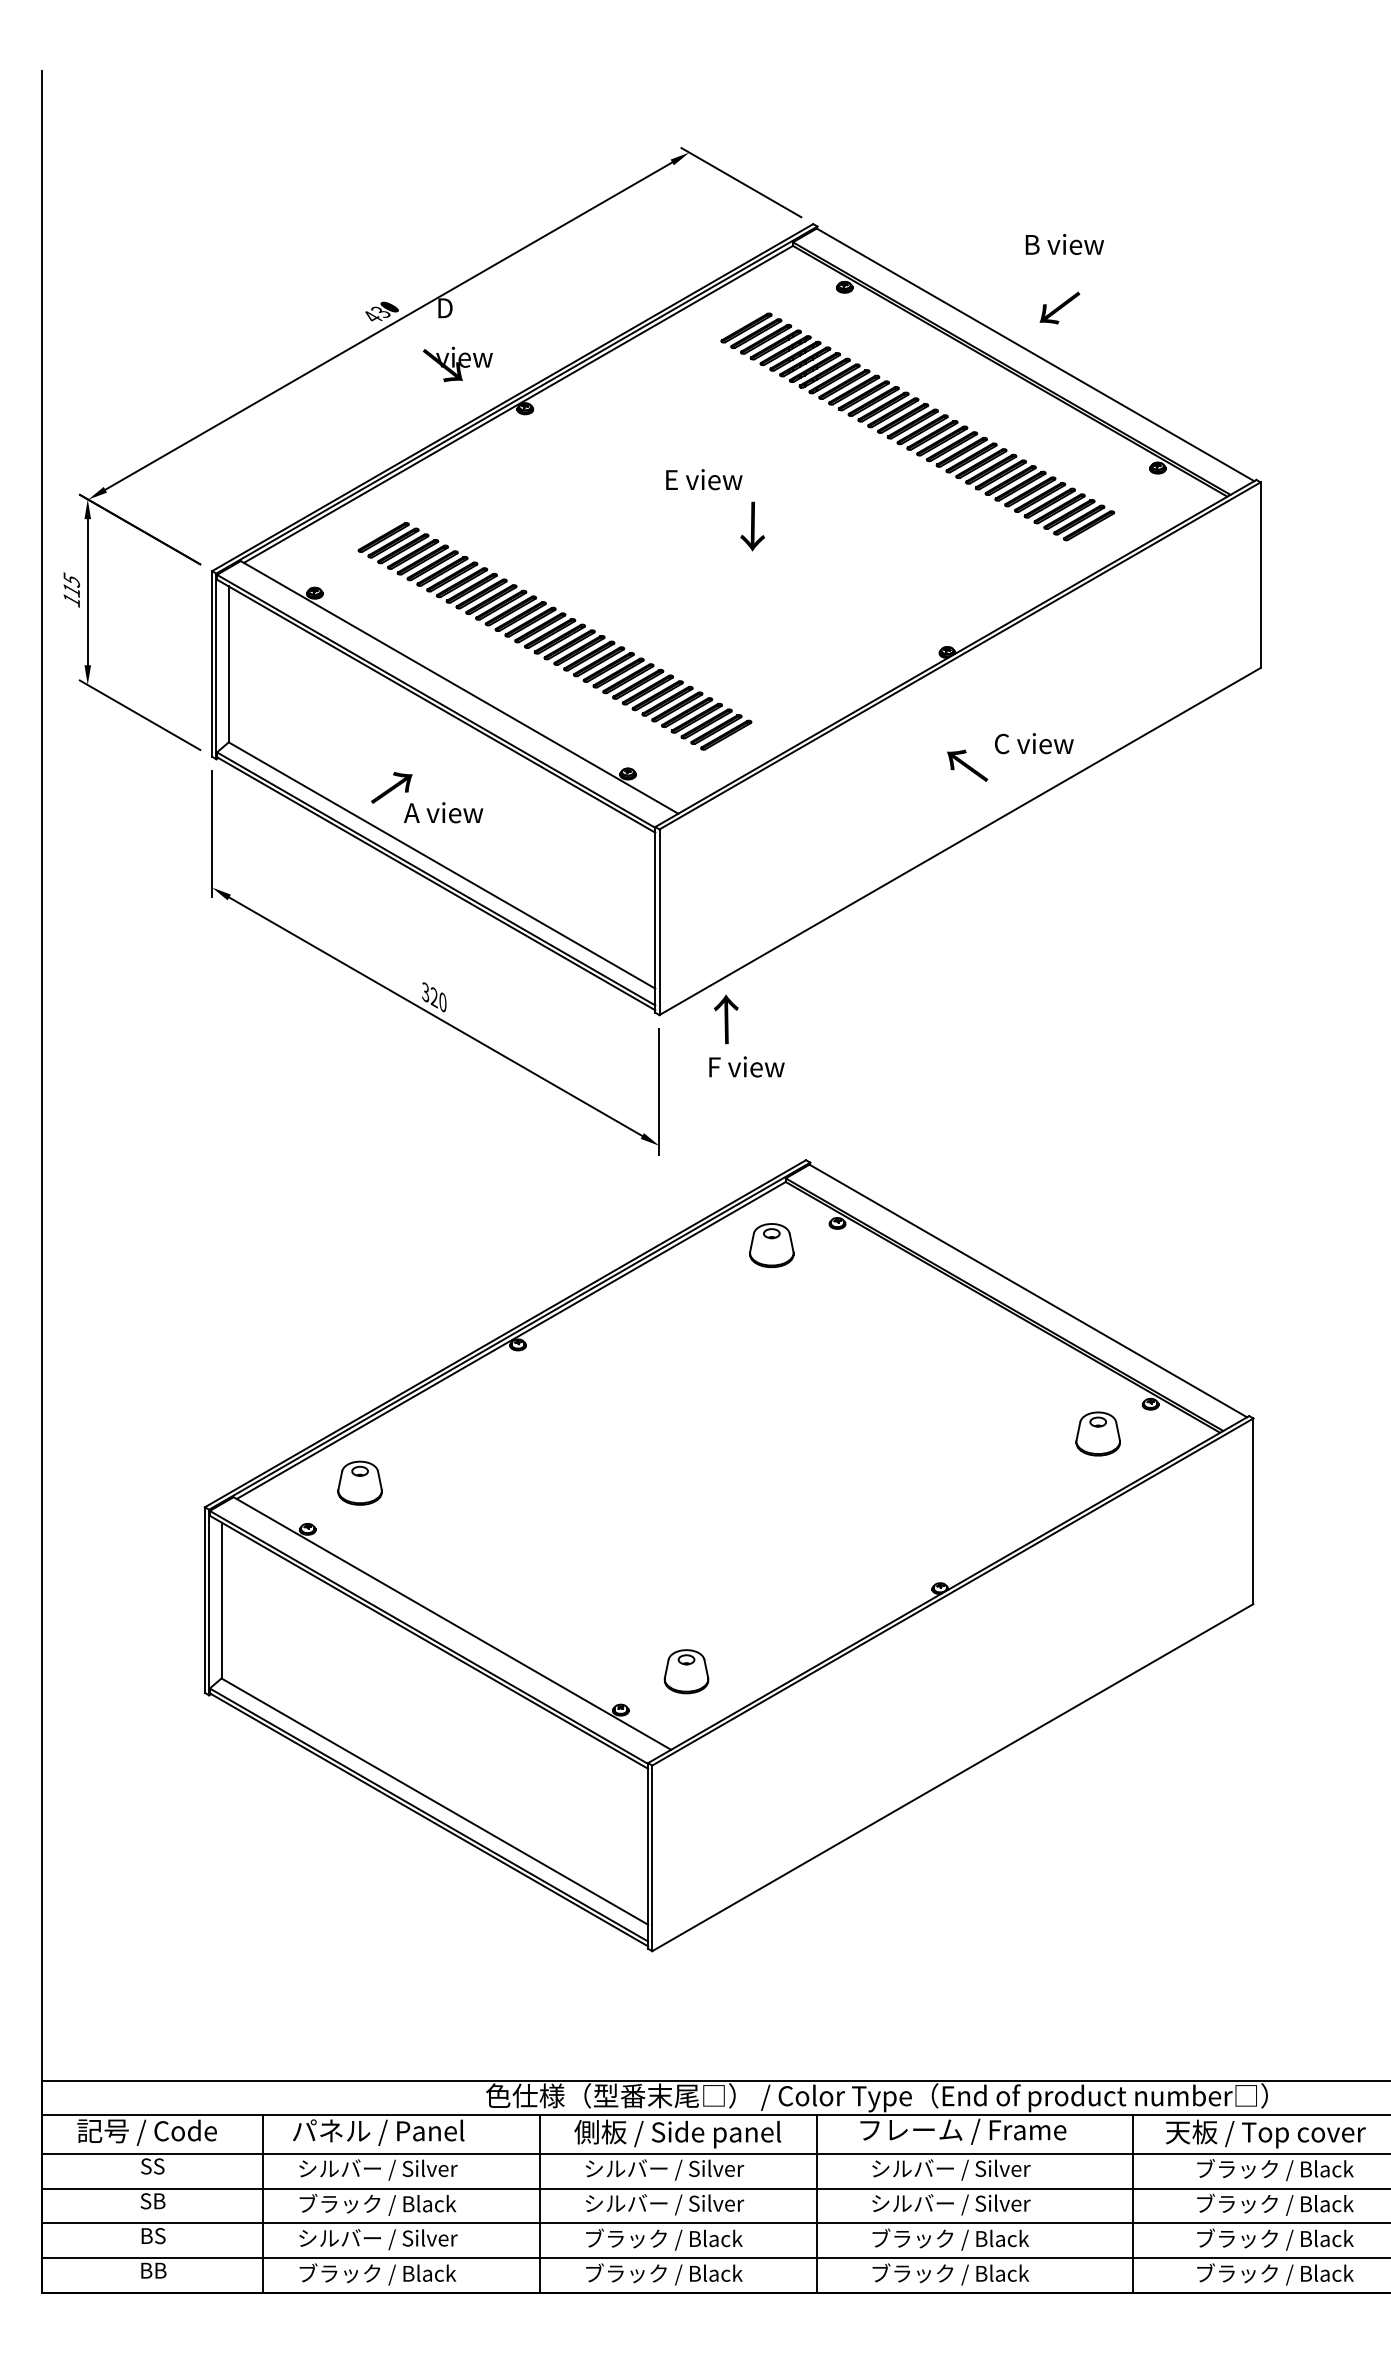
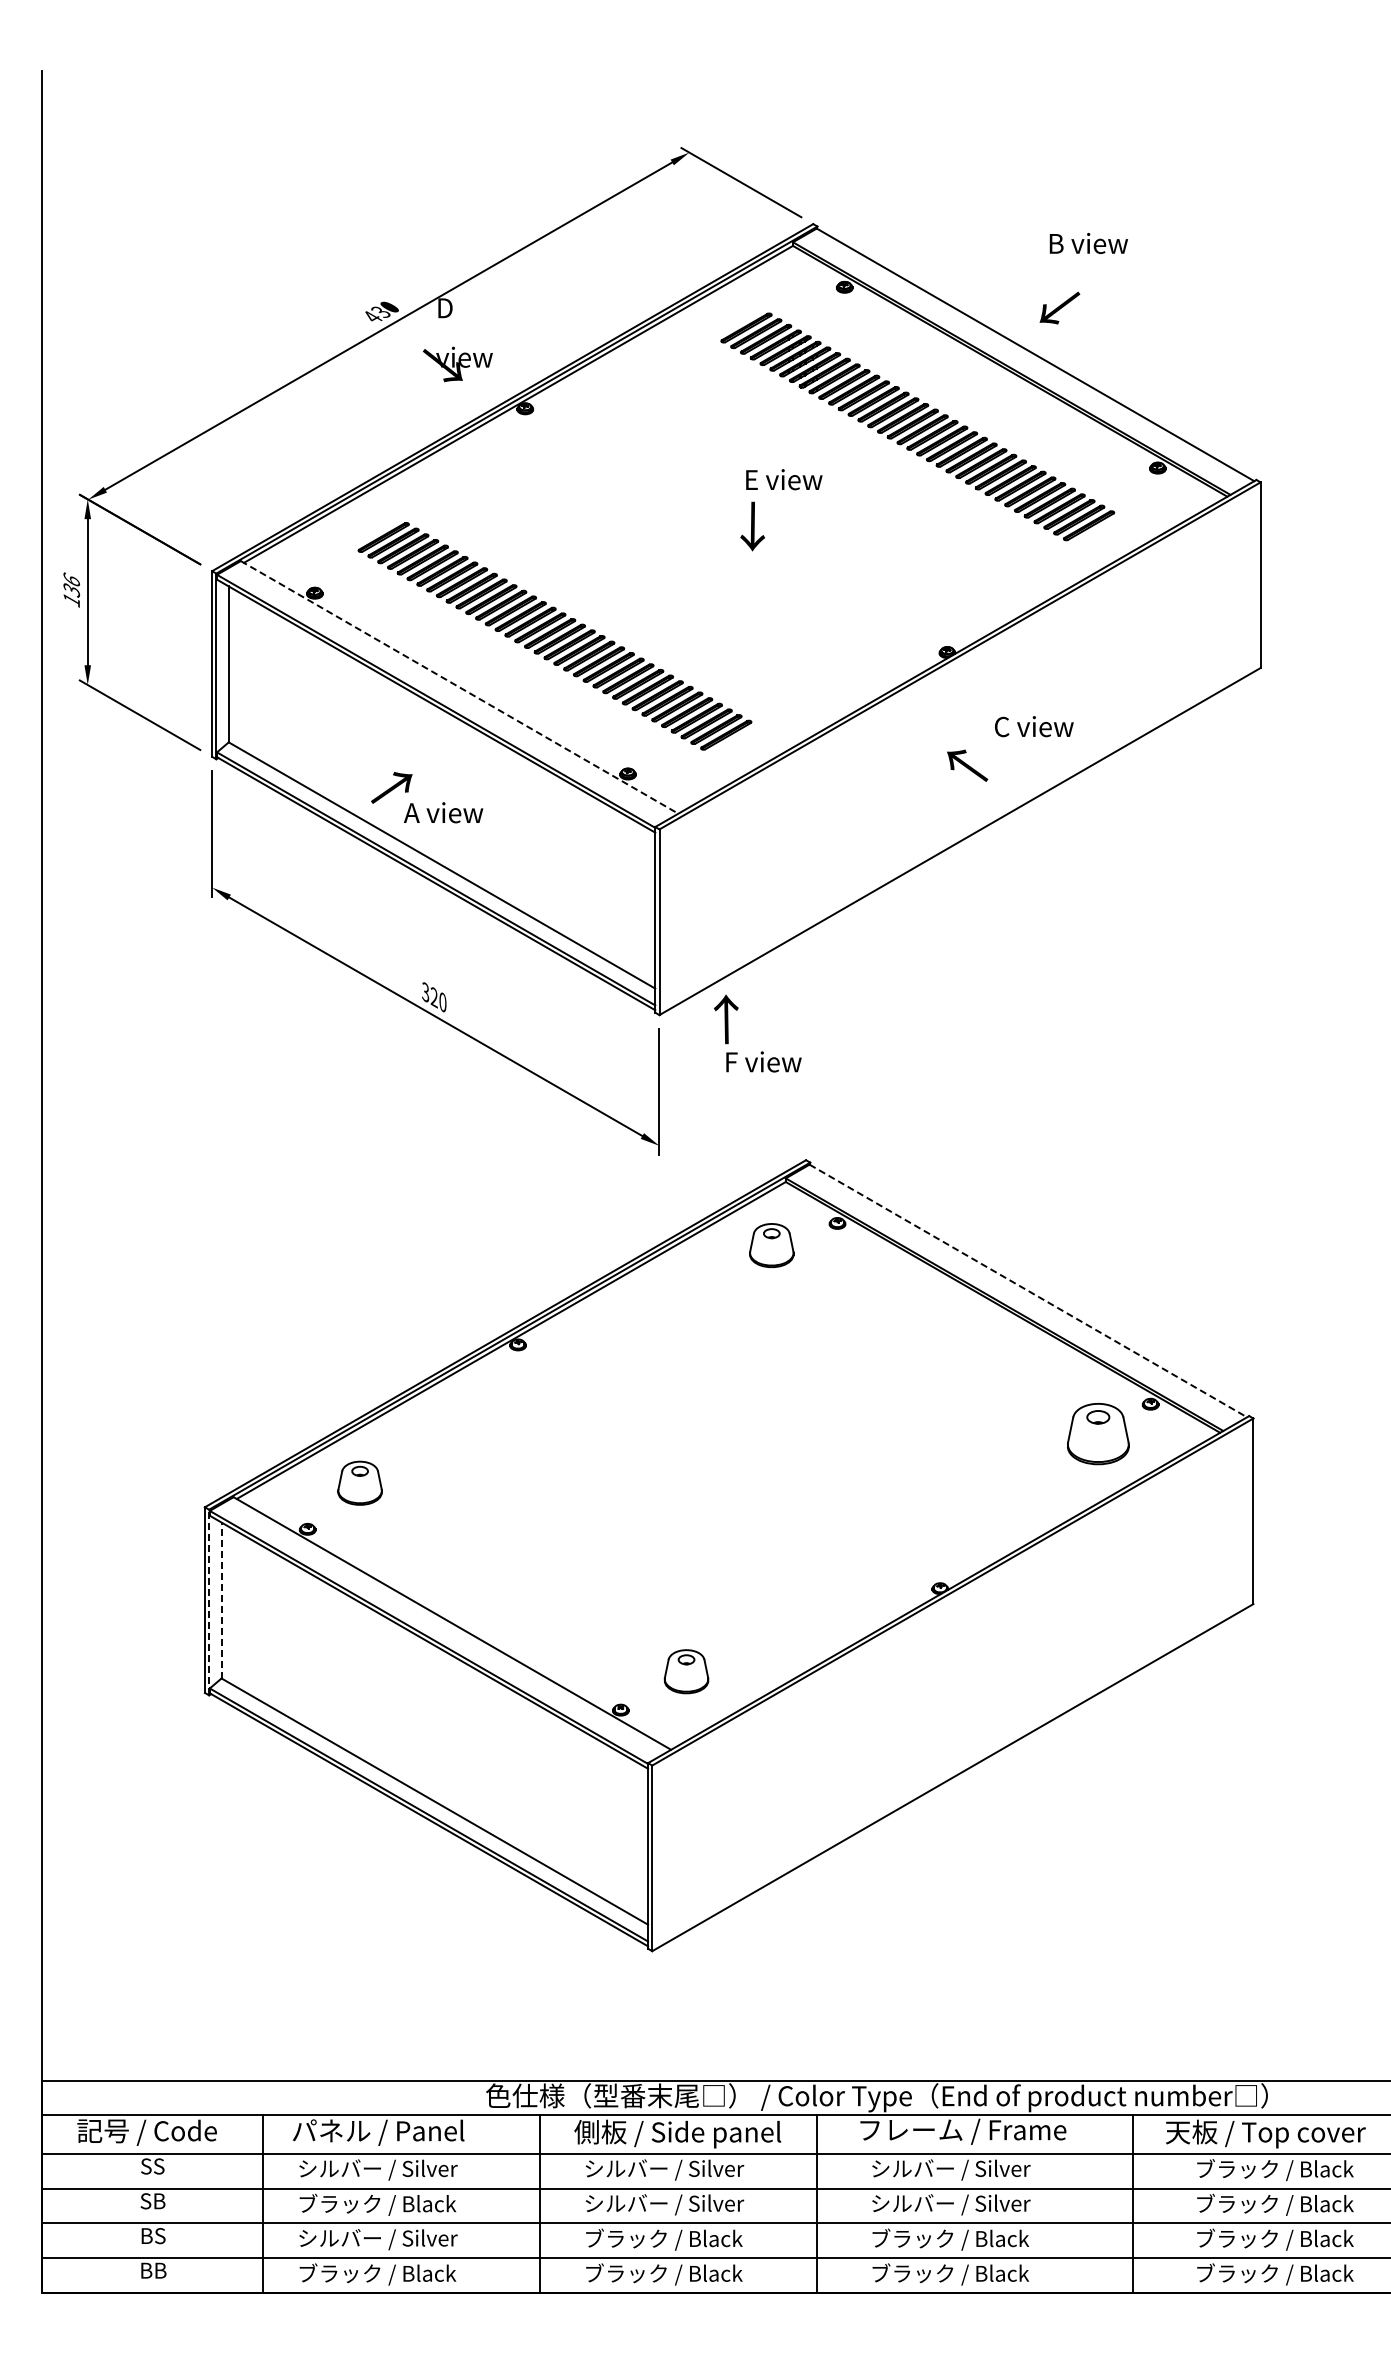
text at (1064, 244) position: (1064, 244) -> (1088, 243)
text at (704, 479) position: (704, 479) -> (784, 479)
text at (71, 584): 115 -> 136
line at (459, 687): solid -> dashed
text at (1034, 743) position: (1034, 743) -> (1034, 726)
text at (746, 1066) position: (746, 1066) -> (763, 1061)
line at (1028, 1290): solid -> dashed
part at (1097, 1433) size: 46x46 px -> 63x63 px
line at (221, 1600): solid -> dashed
line at (209, 1602): solid -> dashed
